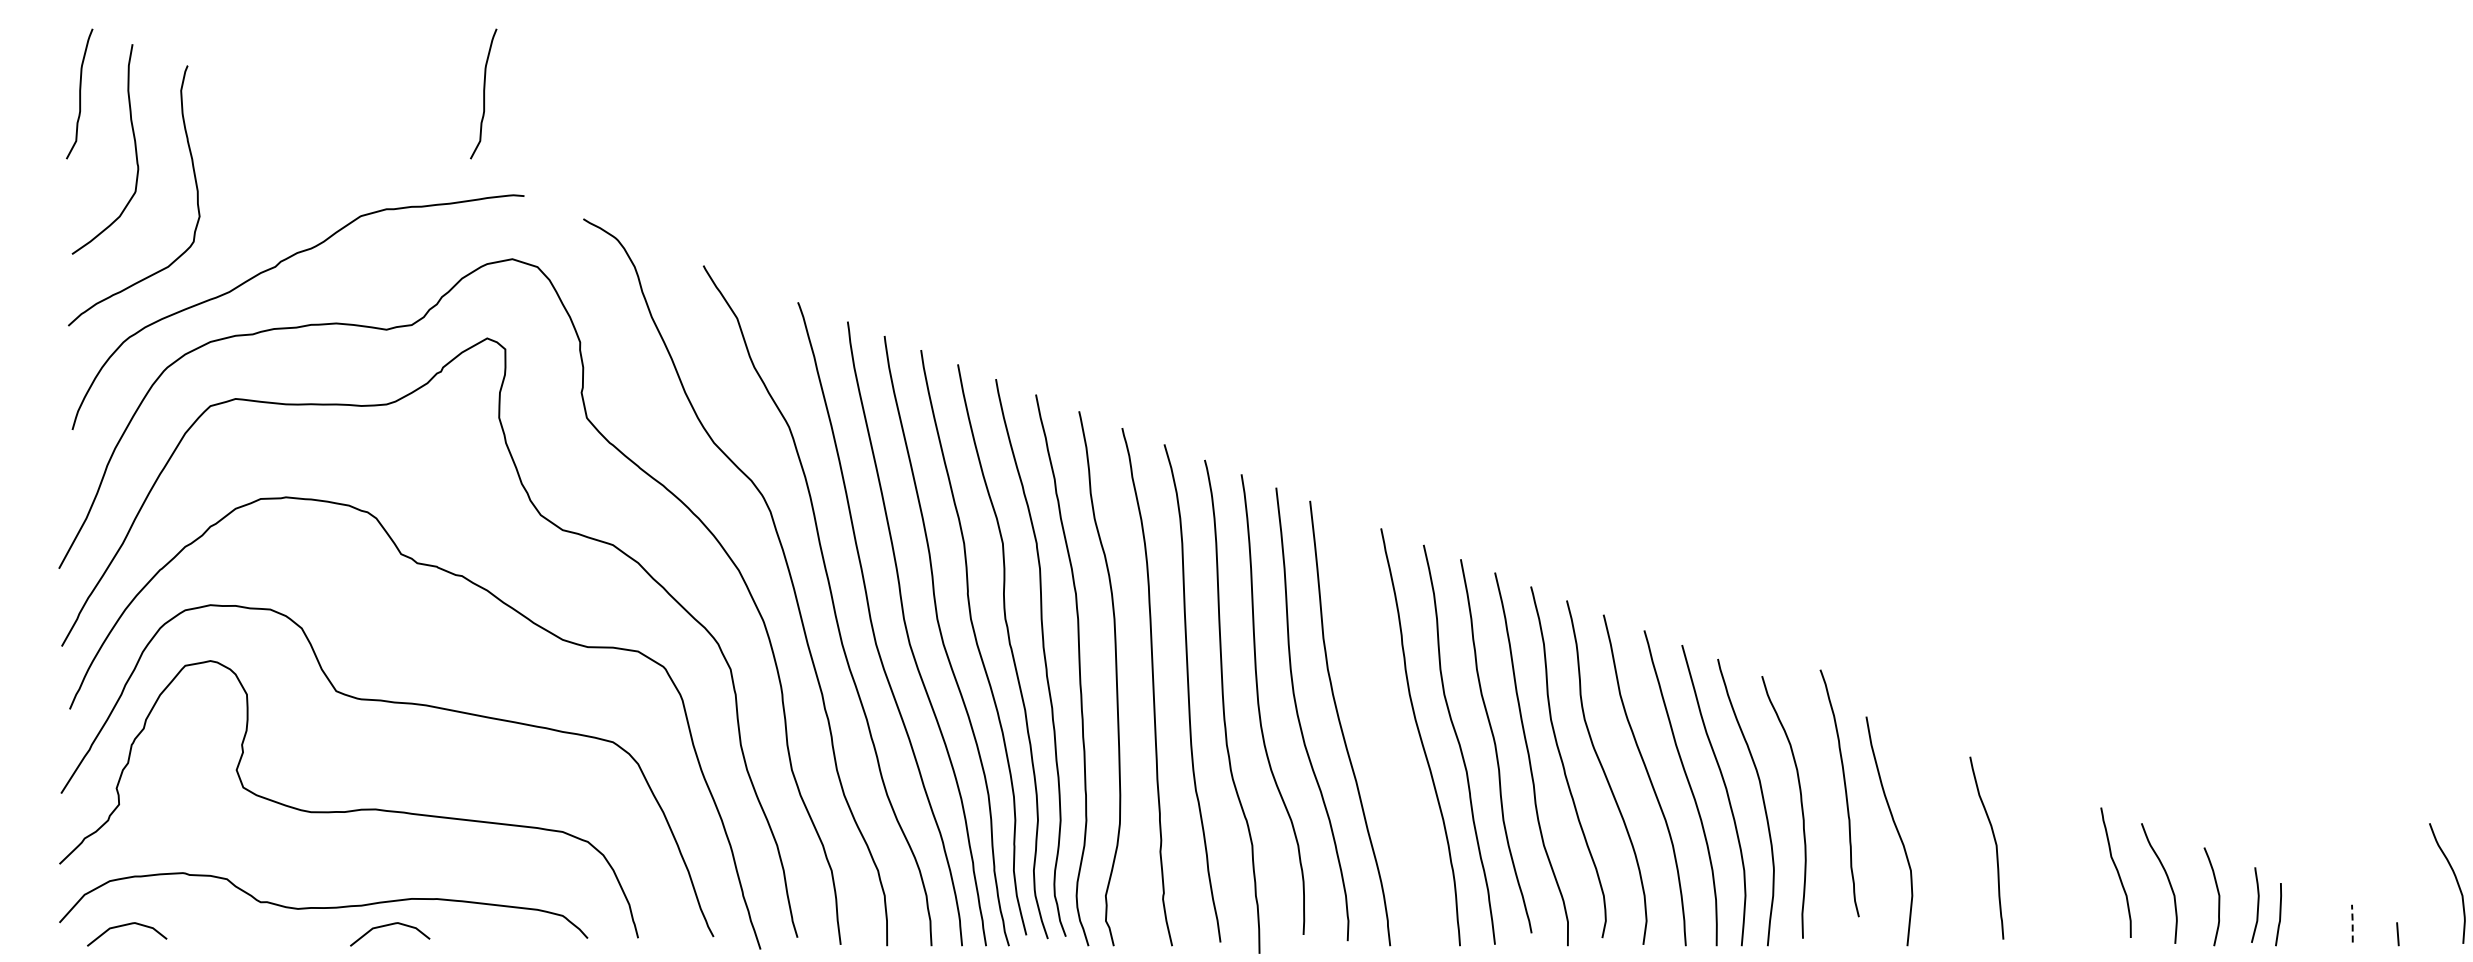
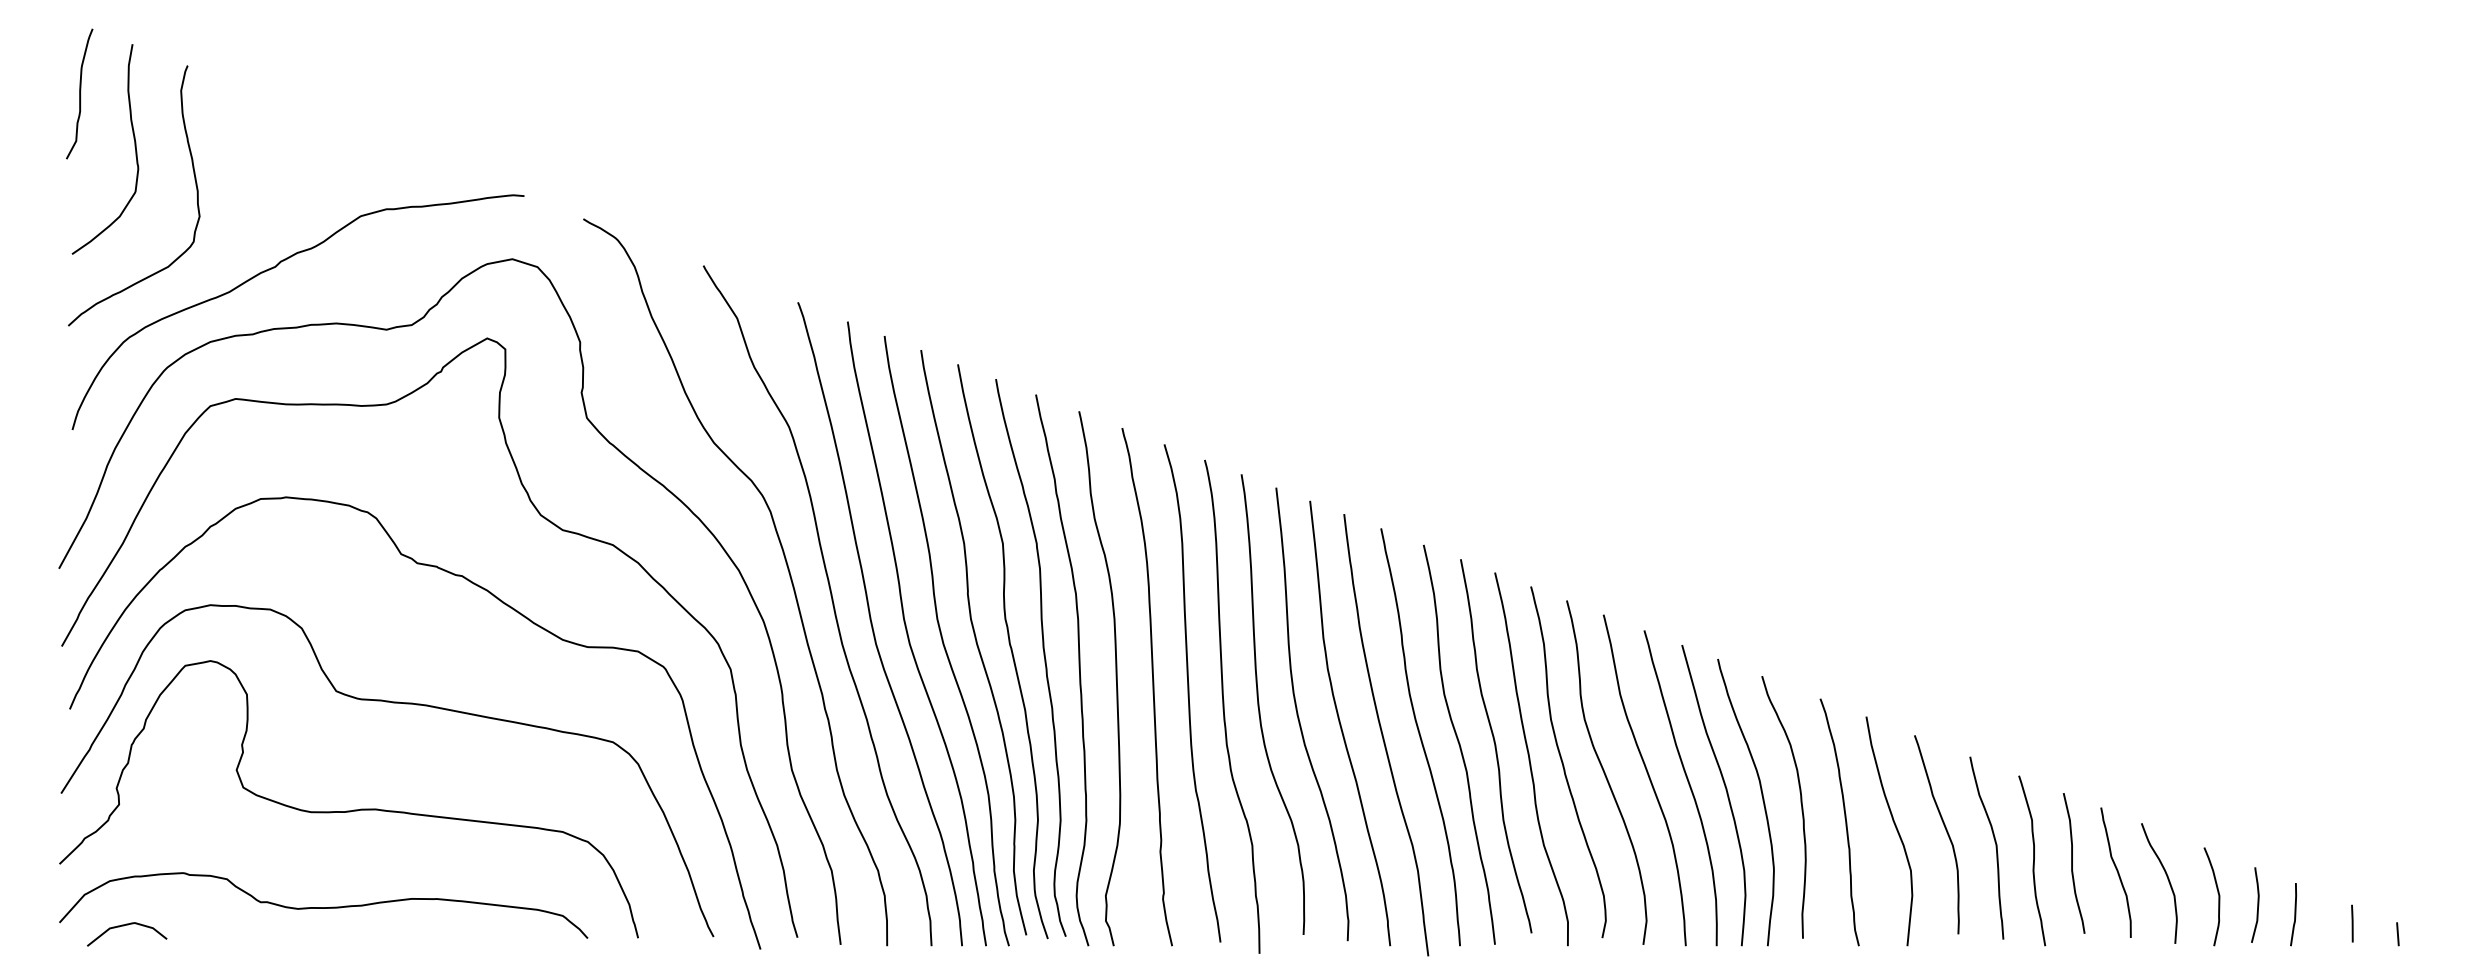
curve at (483, 93): present -> none
curve at (1383, 735): none -> present
curve at (1845, 793) position: (1845, 793) -> (1845, 822)
curve at (1945, 830): none -> present
curve at (2033, 860): none -> present
curve at (2072, 863): none -> present
curve at (2455, 879): present -> none
line at (2279, 914) position: (2279, 914) -> (2294, 914)
line at (2352, 922): dashed -> solid
curve at (387, 926): present -> none
